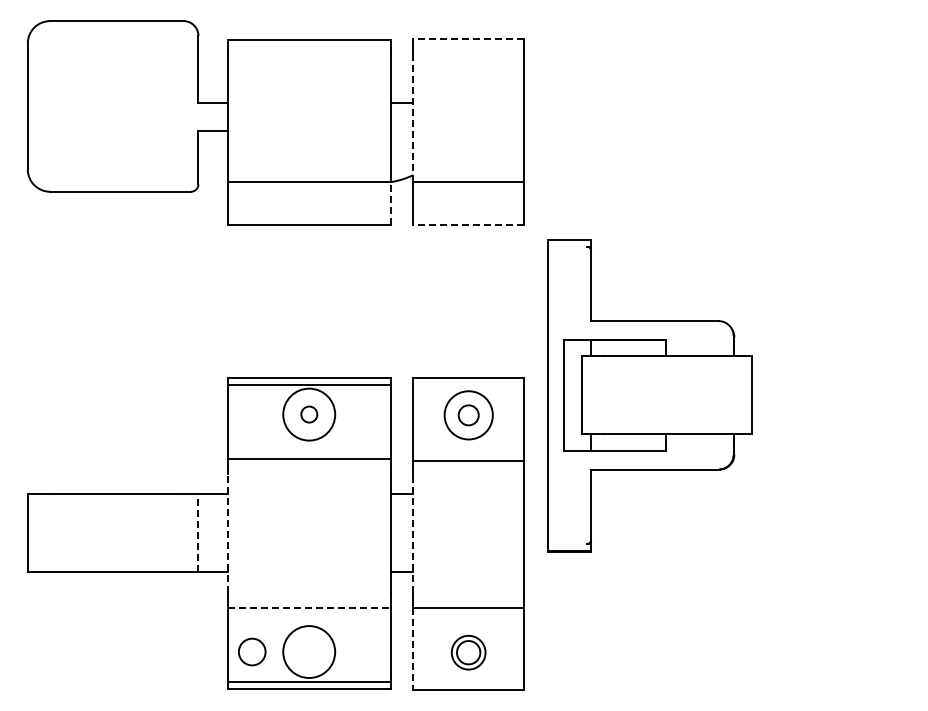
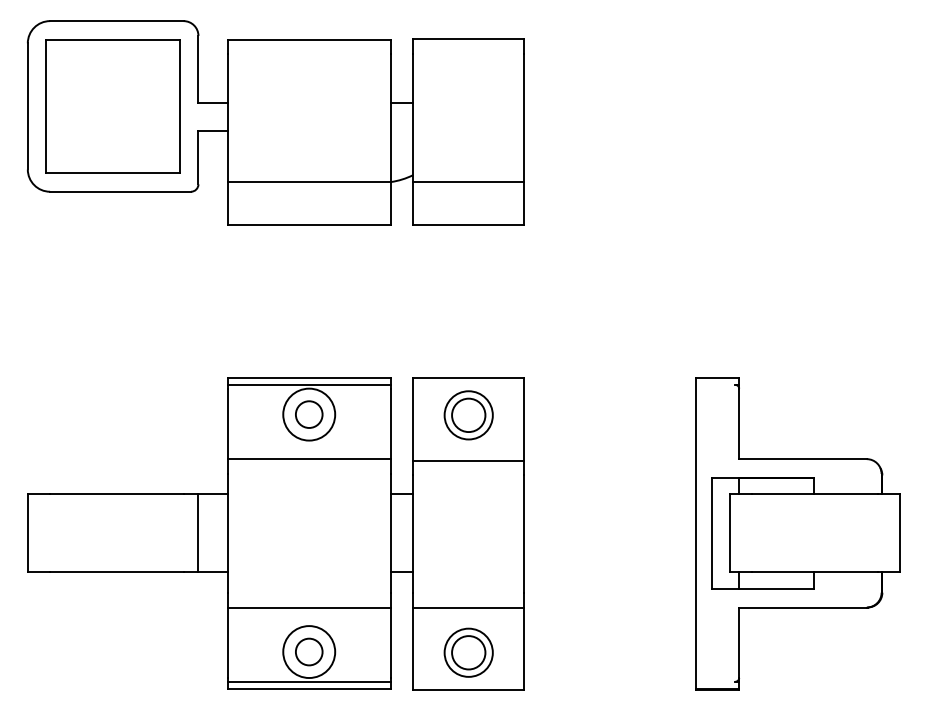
line at (468, 38): dashed -> solid
part at (112, 106): none -> present
line at (413, 117): dashed -> solid
line at (390, 203): dashed -> solid
line at (468, 225): dashed -> solid
part at (649, 395) position: (649, 395) -> (797, 533)
circle at (309, 414) size: 19x19 px -> 29x29 px
circle at (468, 415) diameter: 20 px -> 33 px
line at (227, 532): dashed -> solid
line at (198, 533): dashed -> solid
line at (413, 534): dashed -> solid
line at (309, 607): dashed -> solid
line at (413, 649): dashed -> solid
circle at (252, 651) position: (252, 651) -> (309, 651)
part at (468, 652) size: 37x37 px -> 51x51 px
